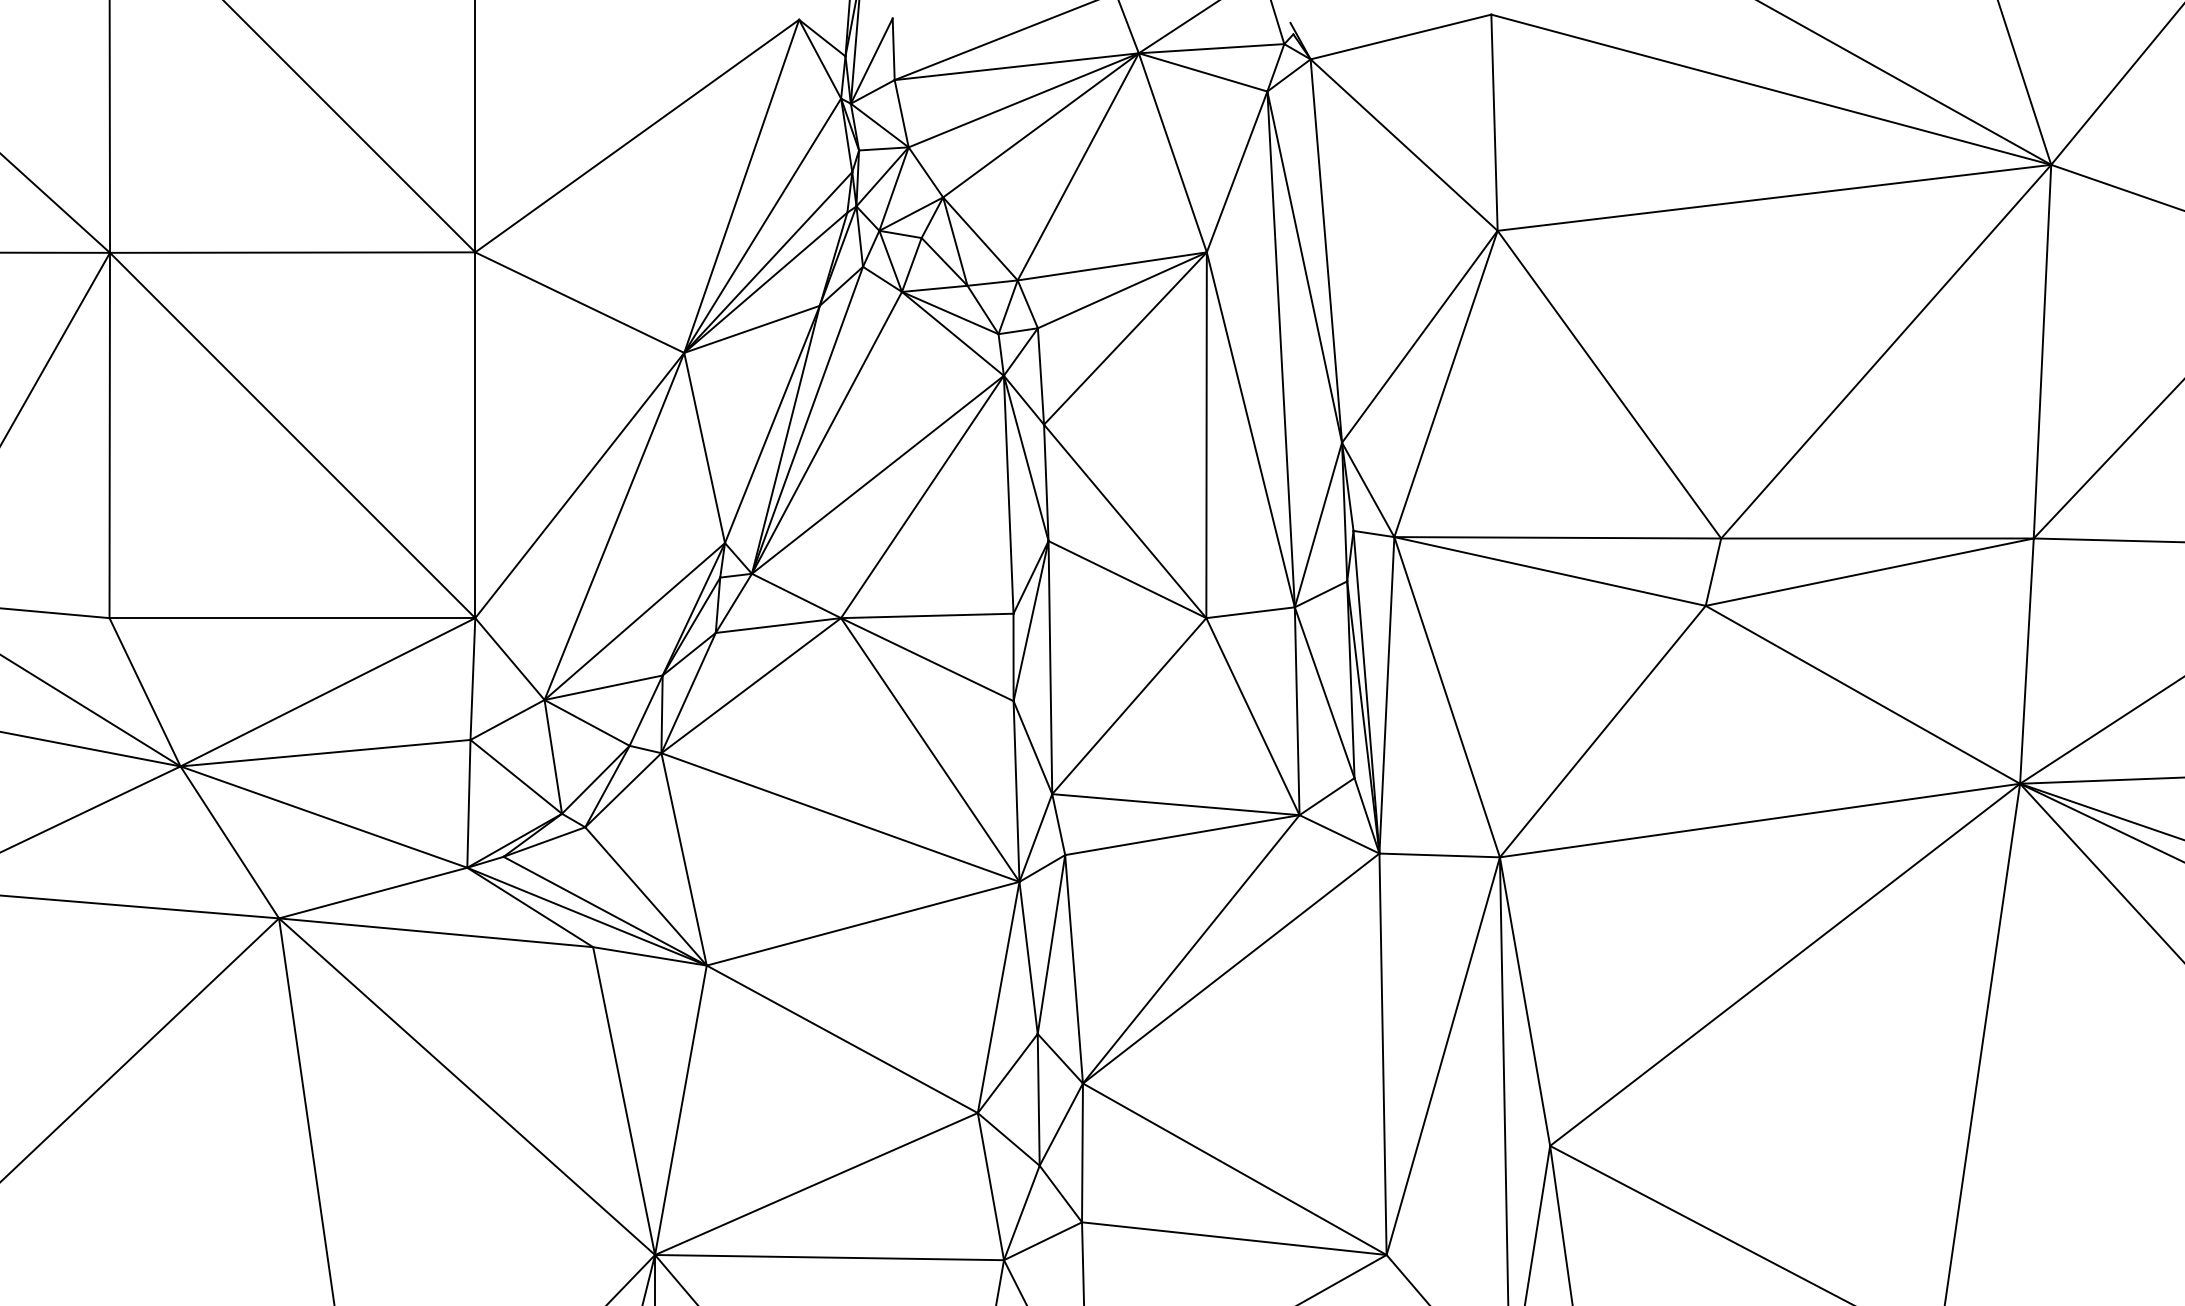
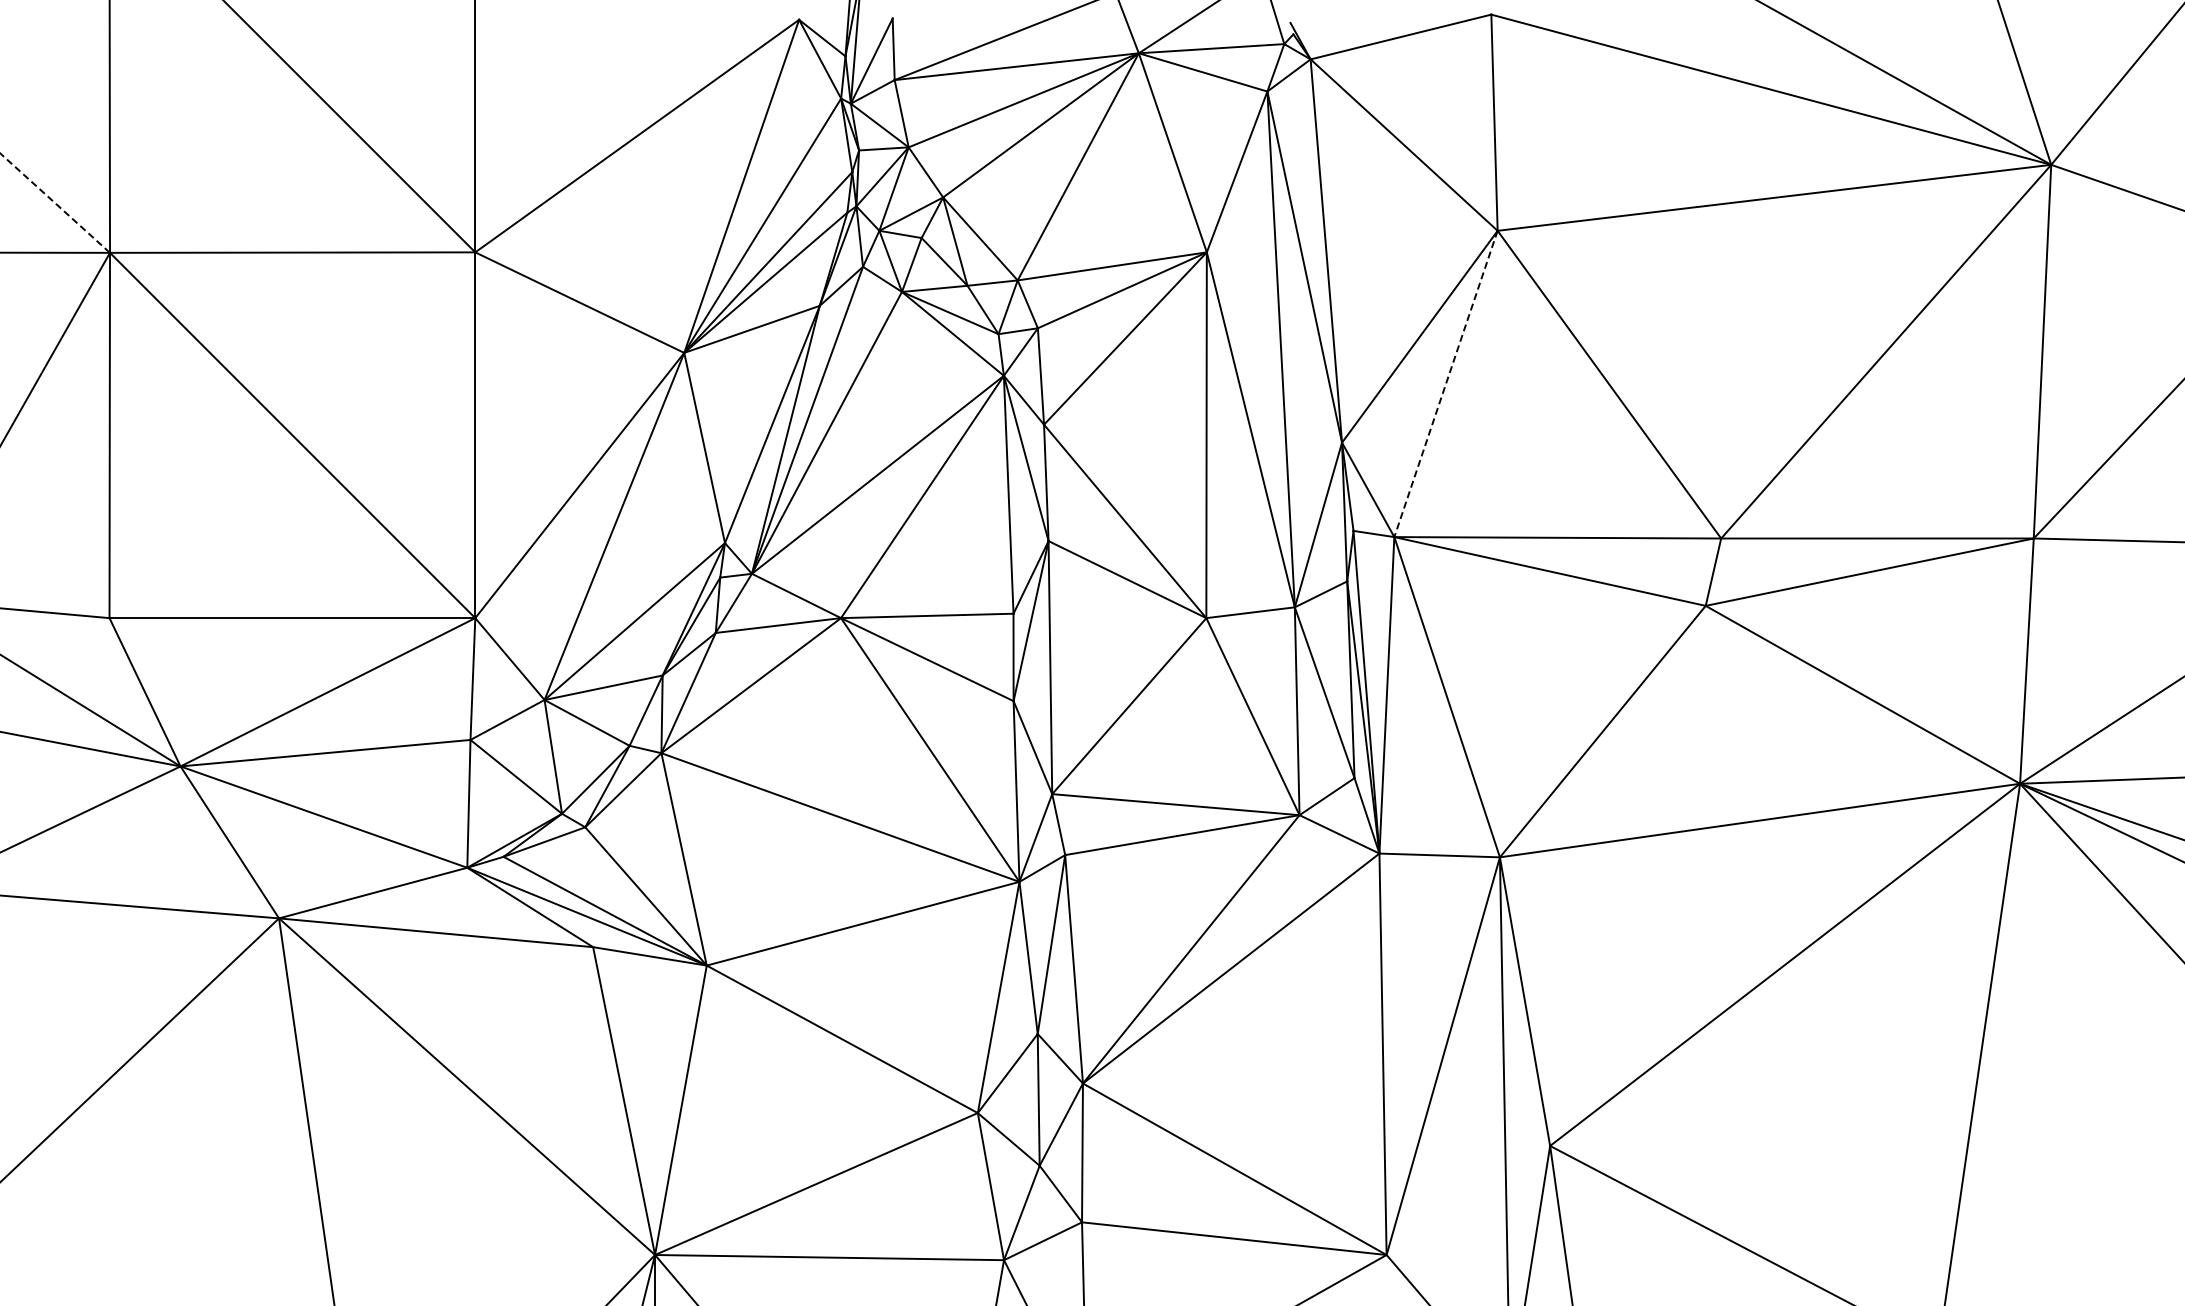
line at (55, 203): solid -> dashed
line at (1446, 383): solid -> dashed
